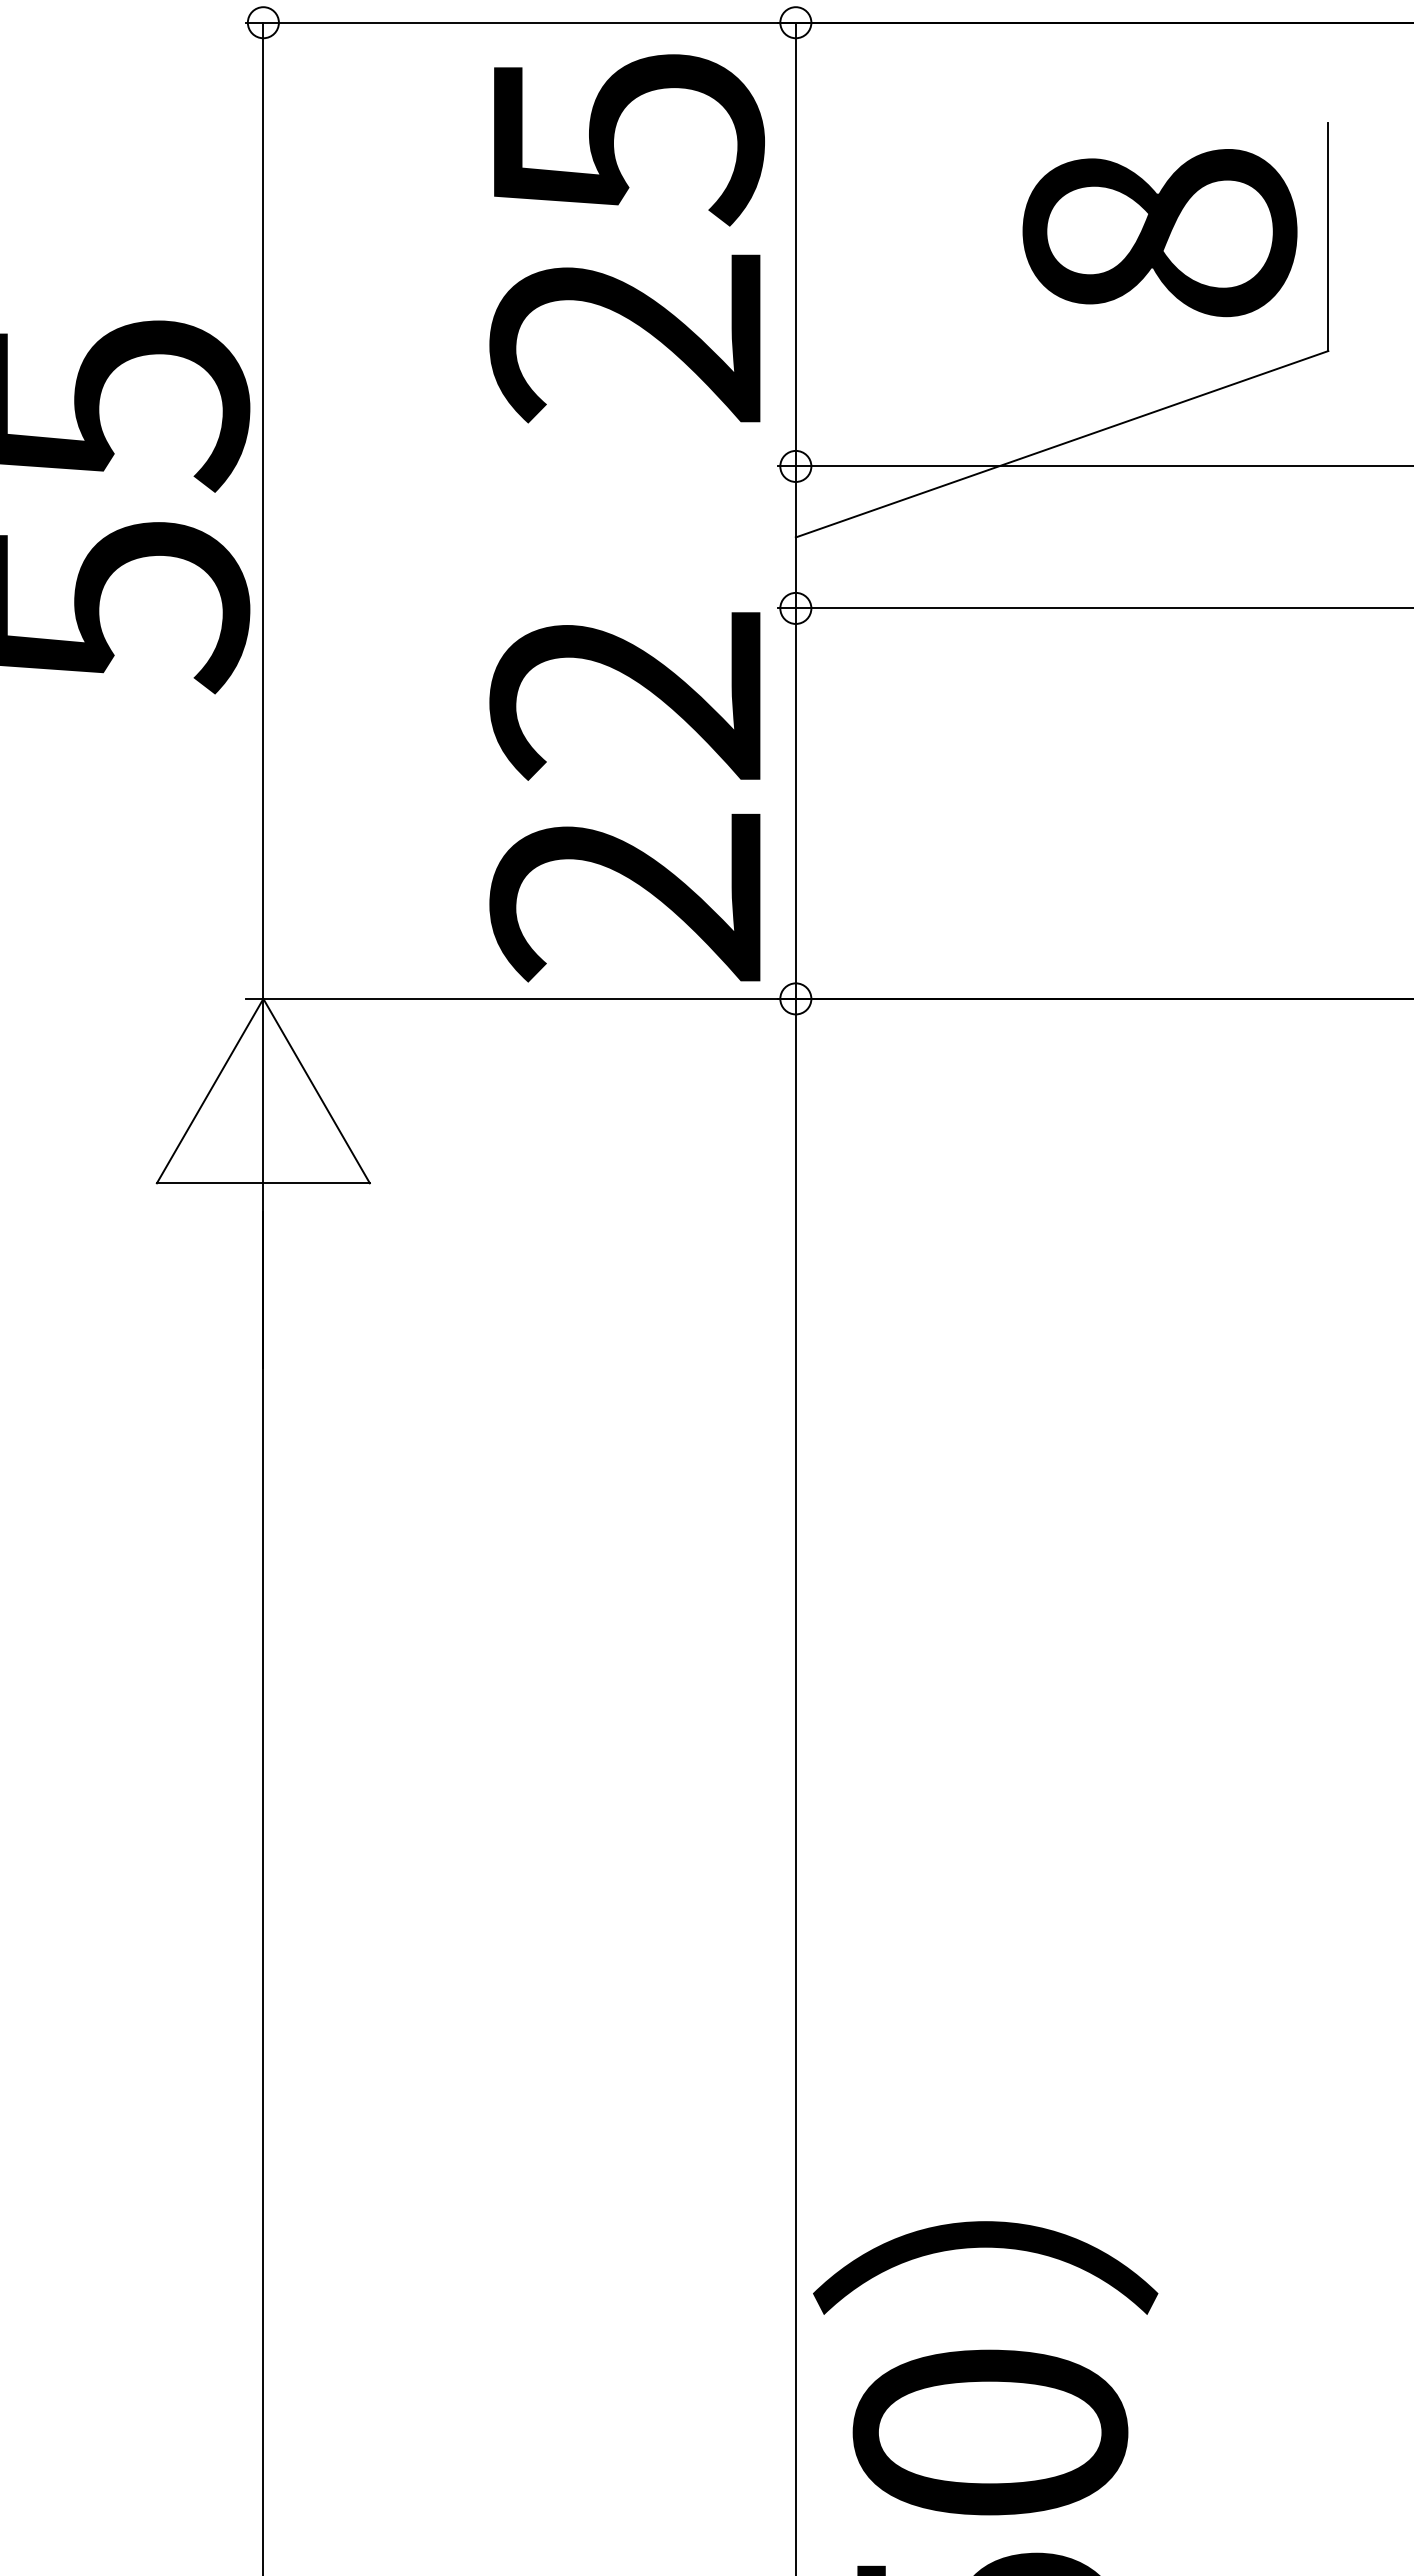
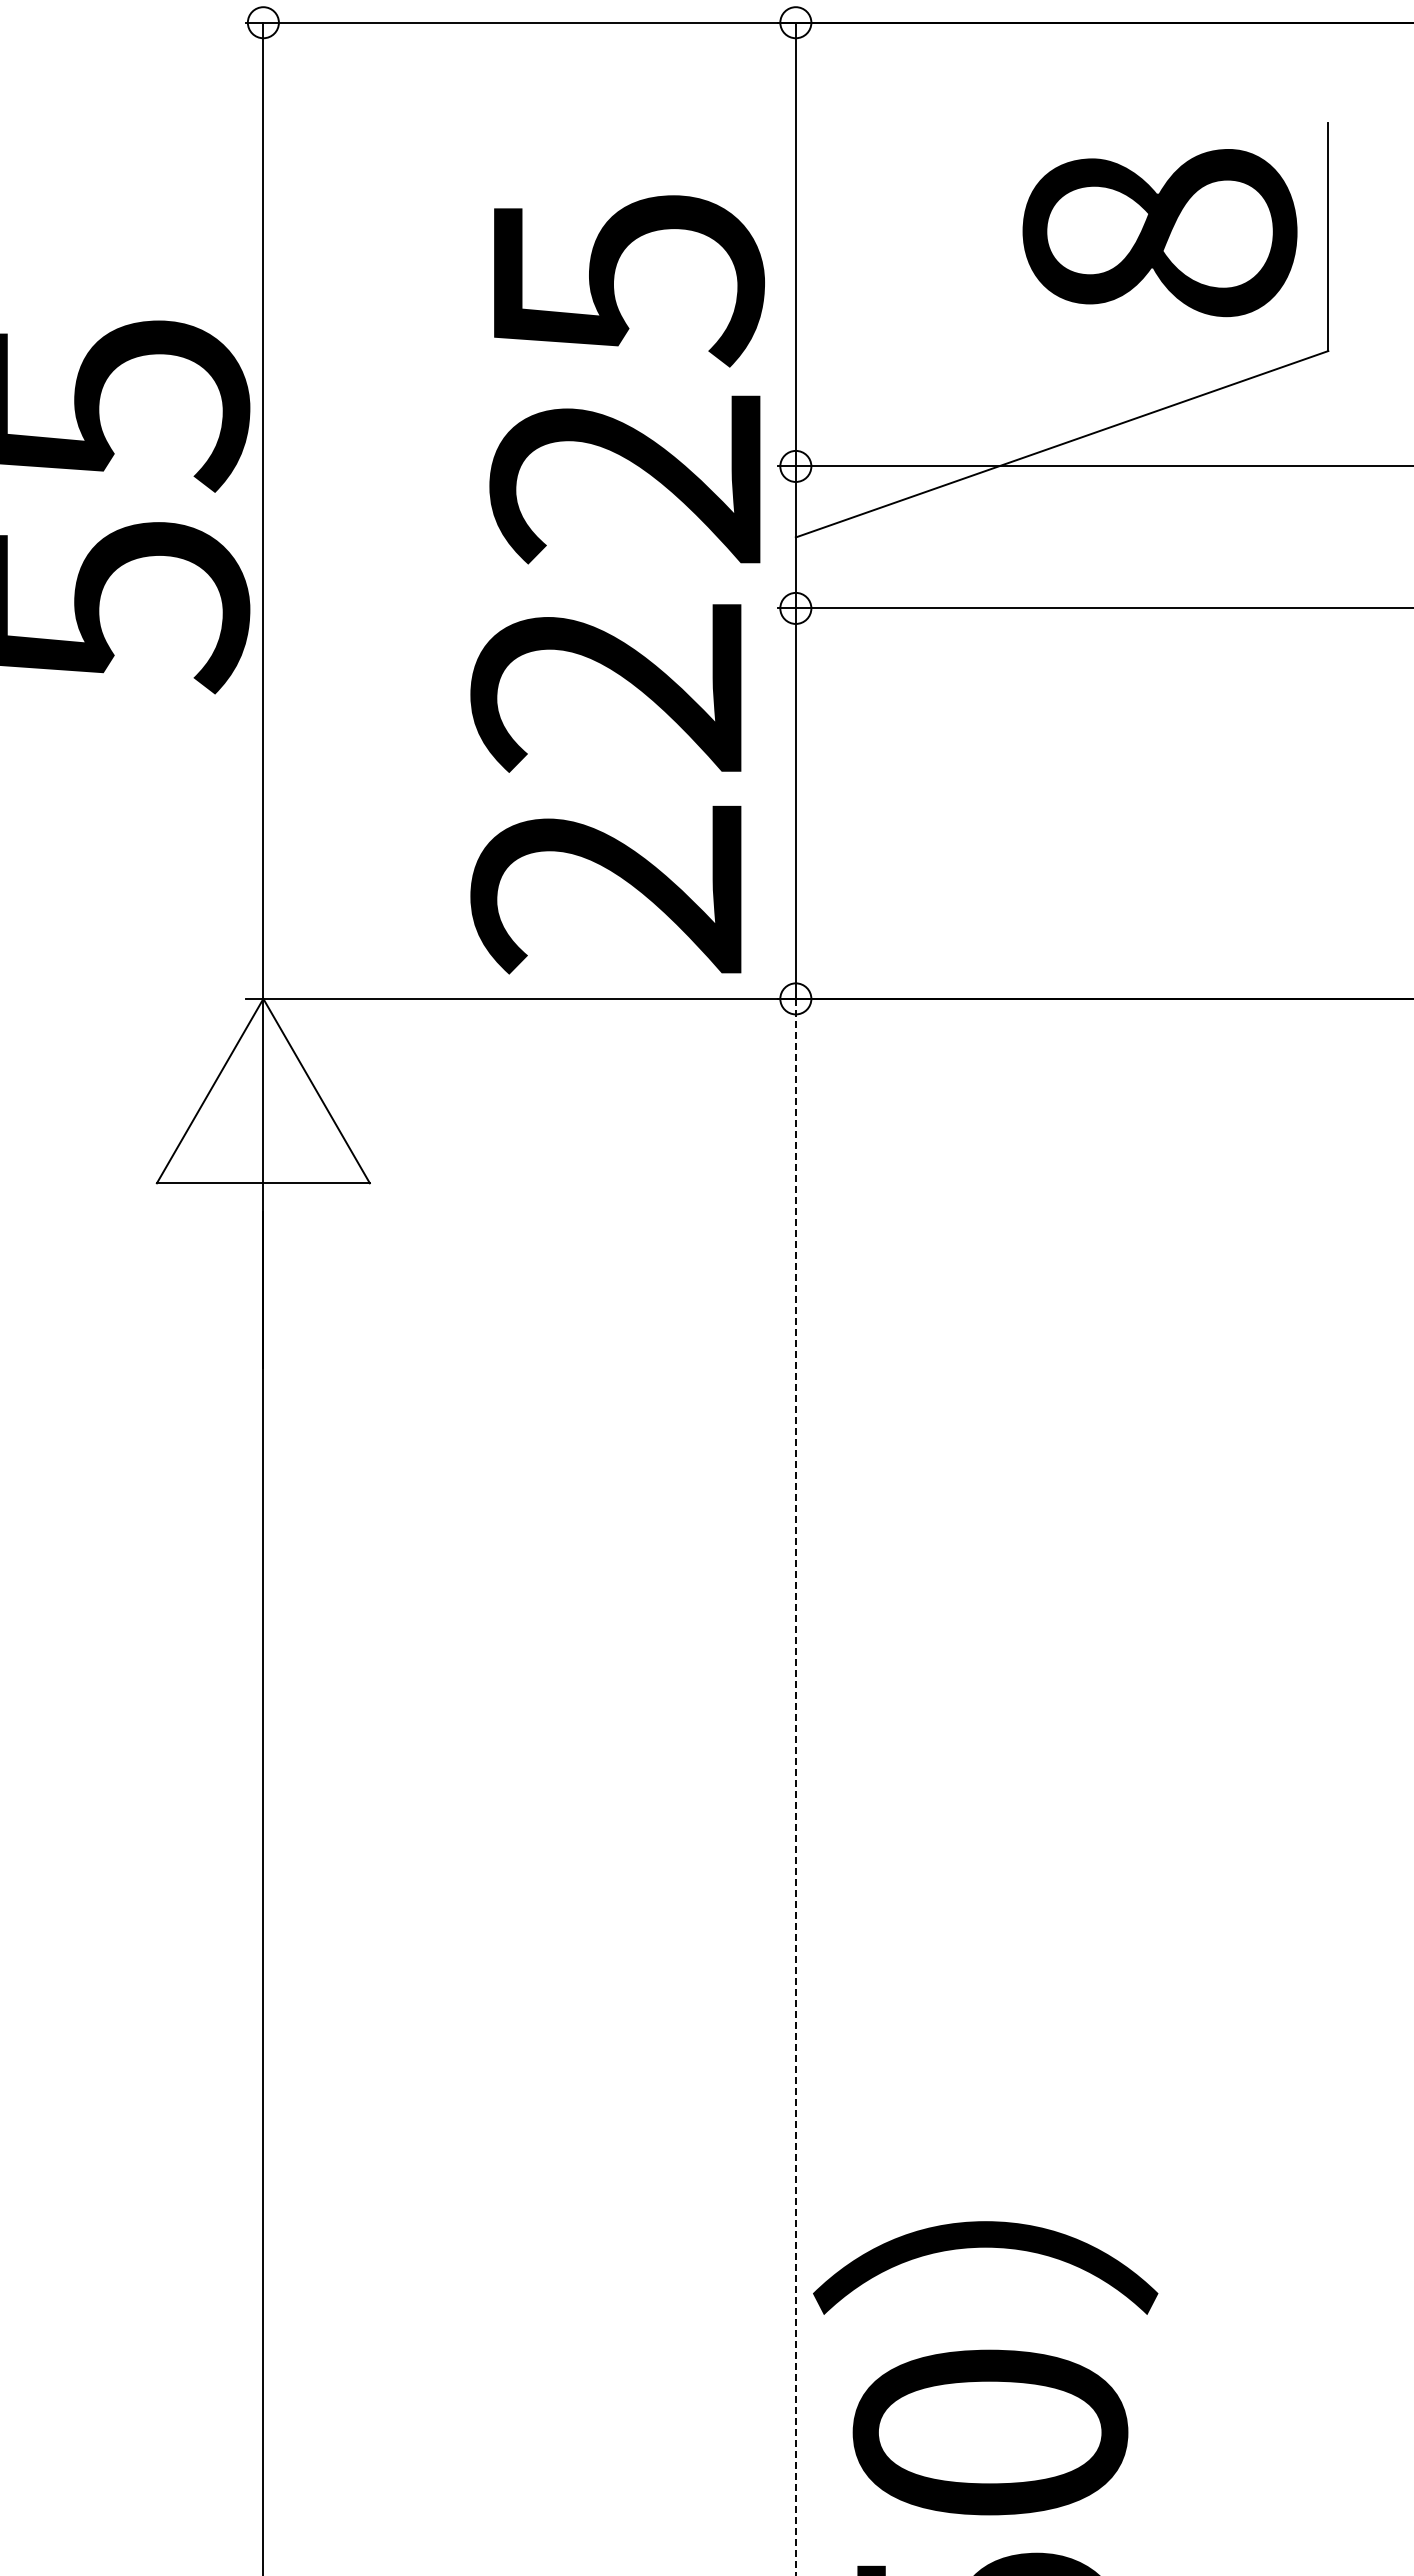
text at (626, 238) position: (626, 238) -> (626, 379)
text at (624, 797) position: (624, 797) -> (605, 789)
line at (795, 1787): solid -> dashed
